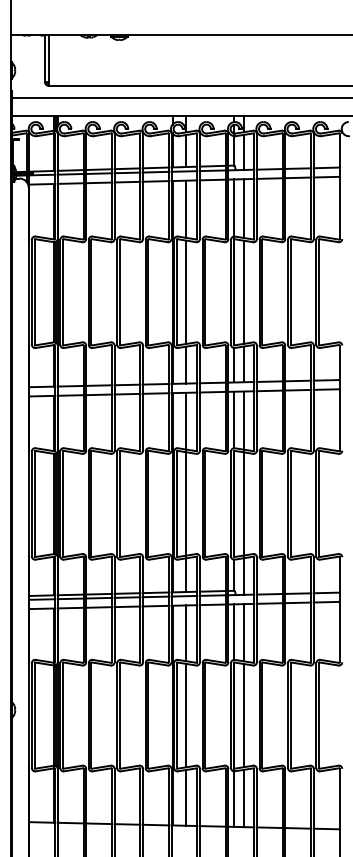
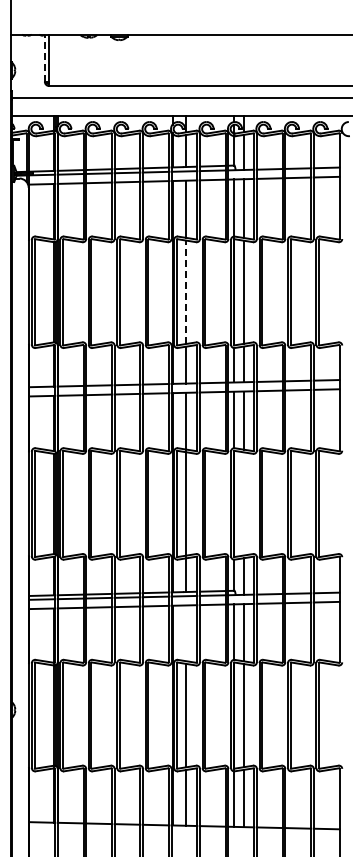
line at (44, 57): solid -> dashed
line at (186, 292): solid -> dashed
line at (243, 503): present -> none
line at (186, 633): present -> none
